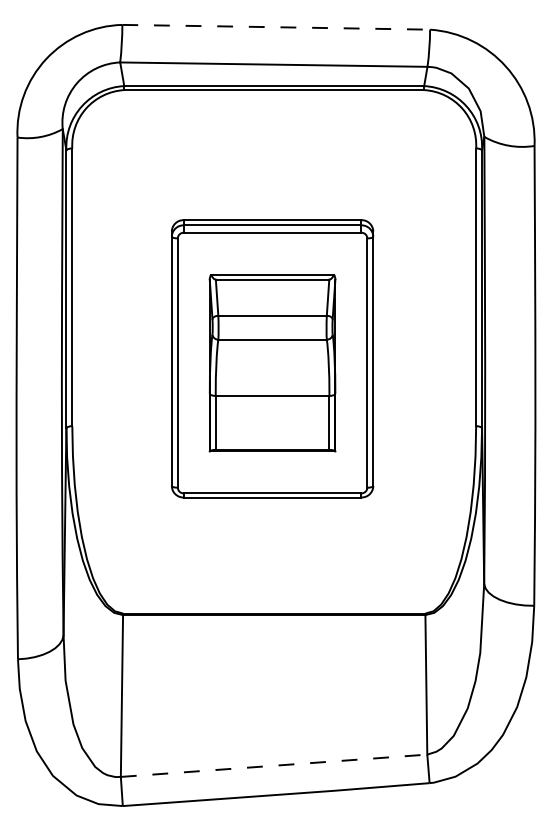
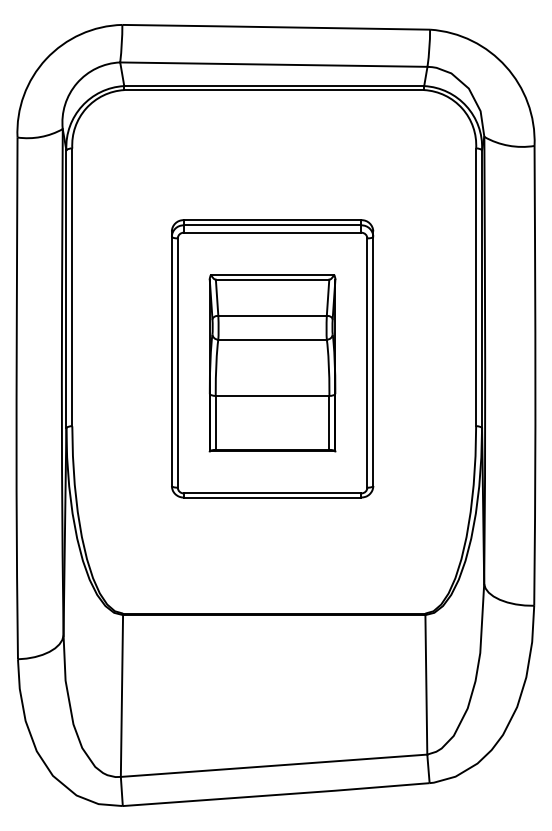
line at (276, 27): dashed -> solid
line at (274, 765): dashed -> solid
